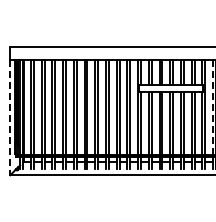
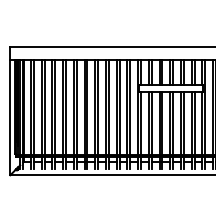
line at (213, 107): dashed -> solid
line at (10, 117): dashed -> solid
